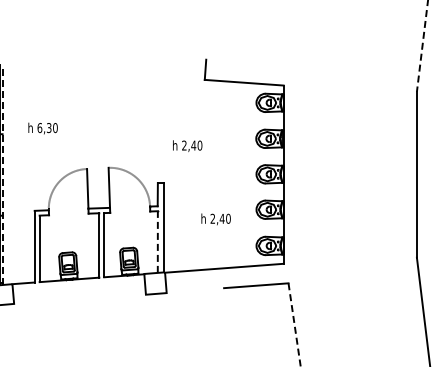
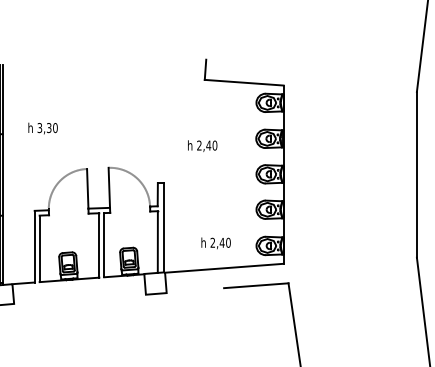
line at (422, 46): dashed -> solid
text at (39, 127): 6,30 -> 3,30
text at (187, 145) position: (187, 145) -> (202, 145)
line at (2, 175): dashed -> solid
text at (215, 219) position: (215, 219) -> (215, 243)
line at (157, 242): dashed -> solid
line at (294, 324): dashed -> solid
